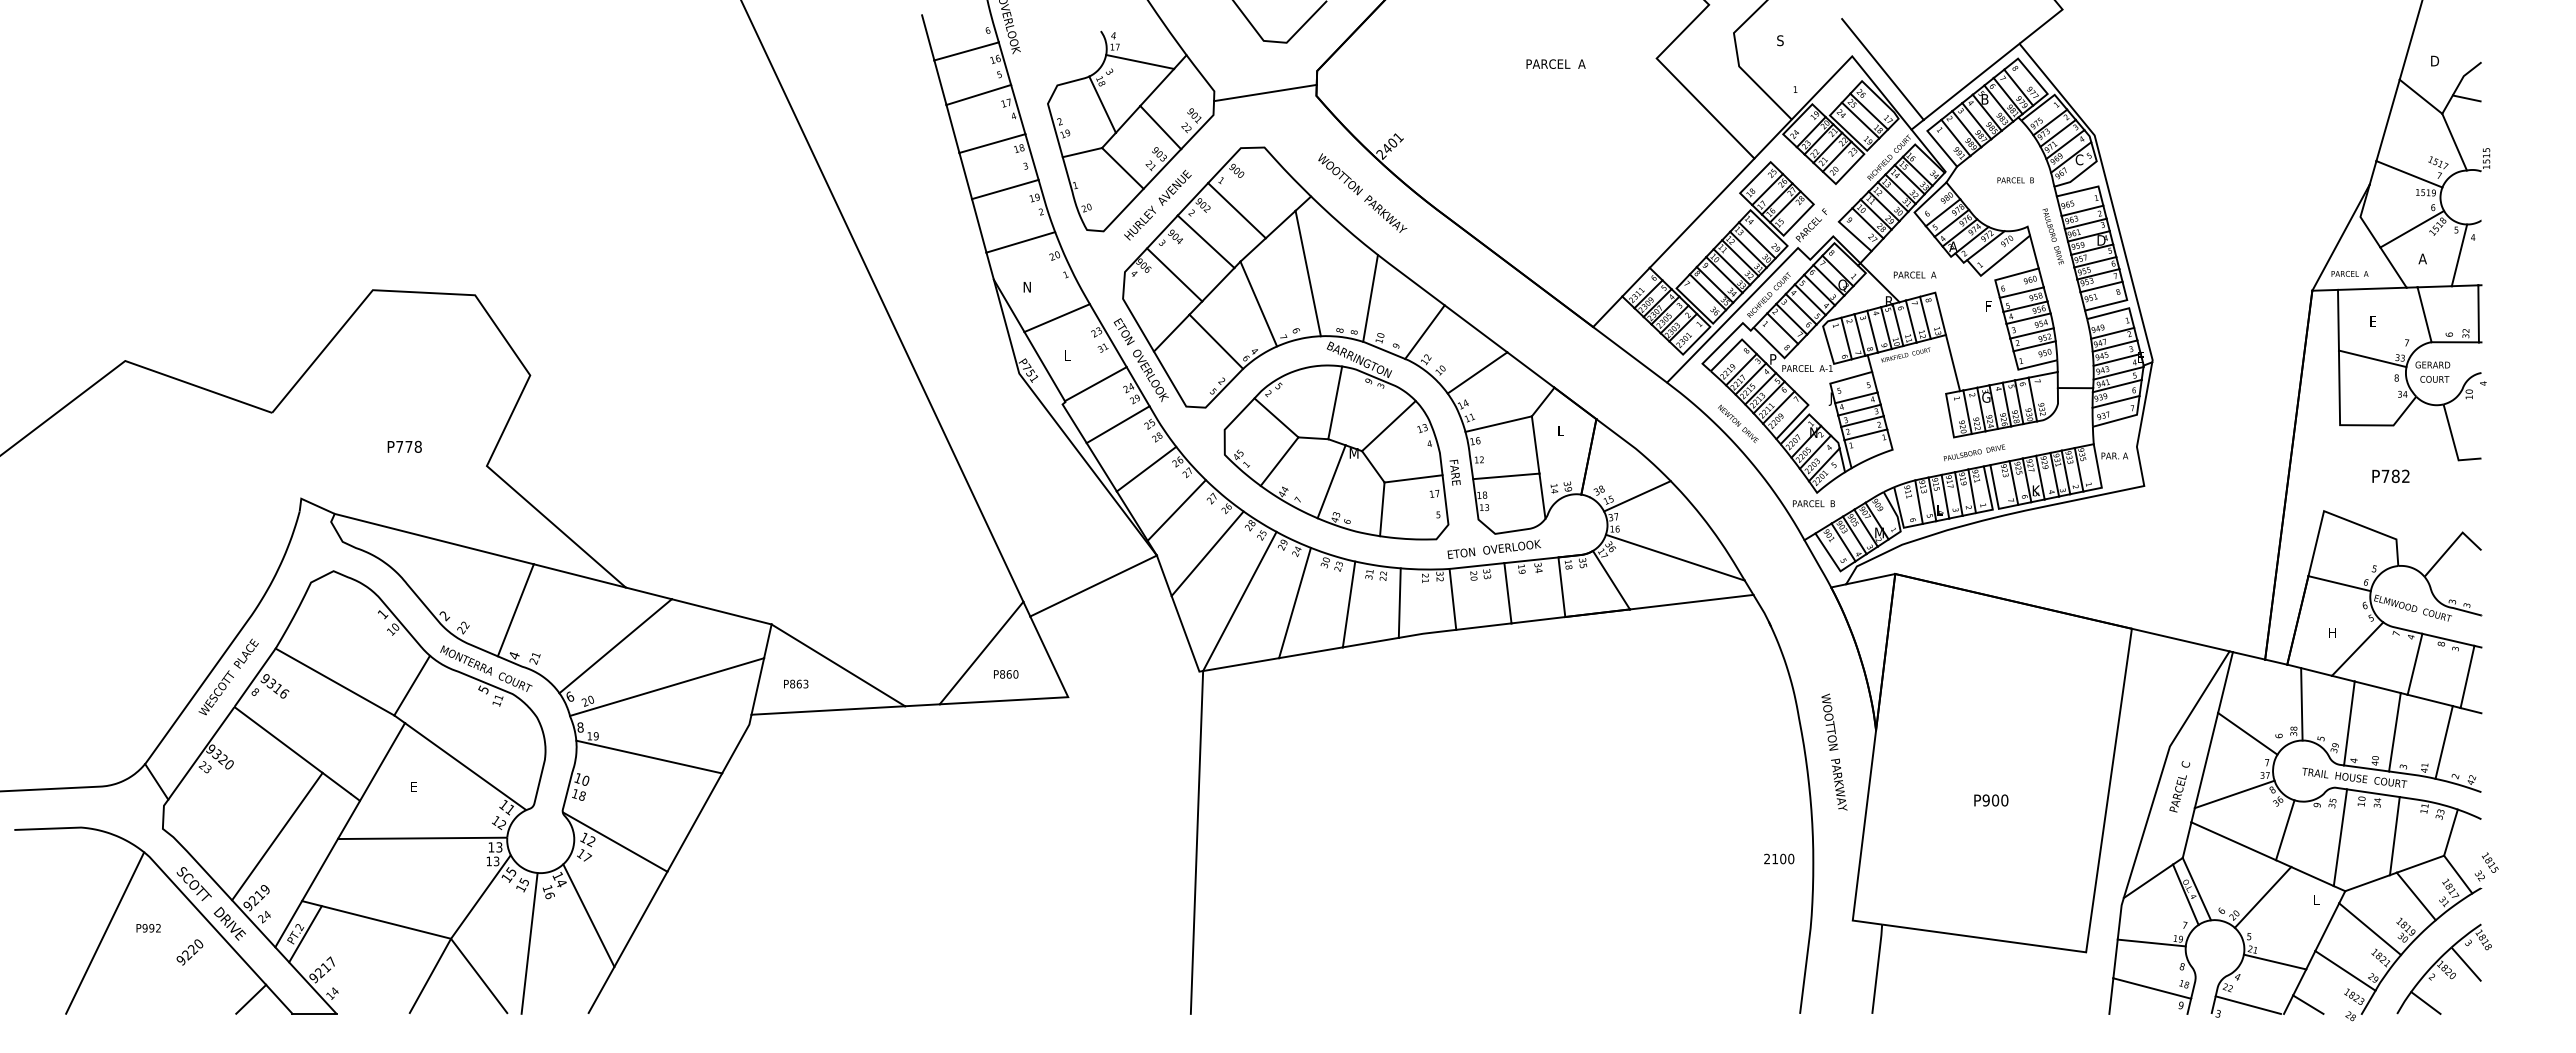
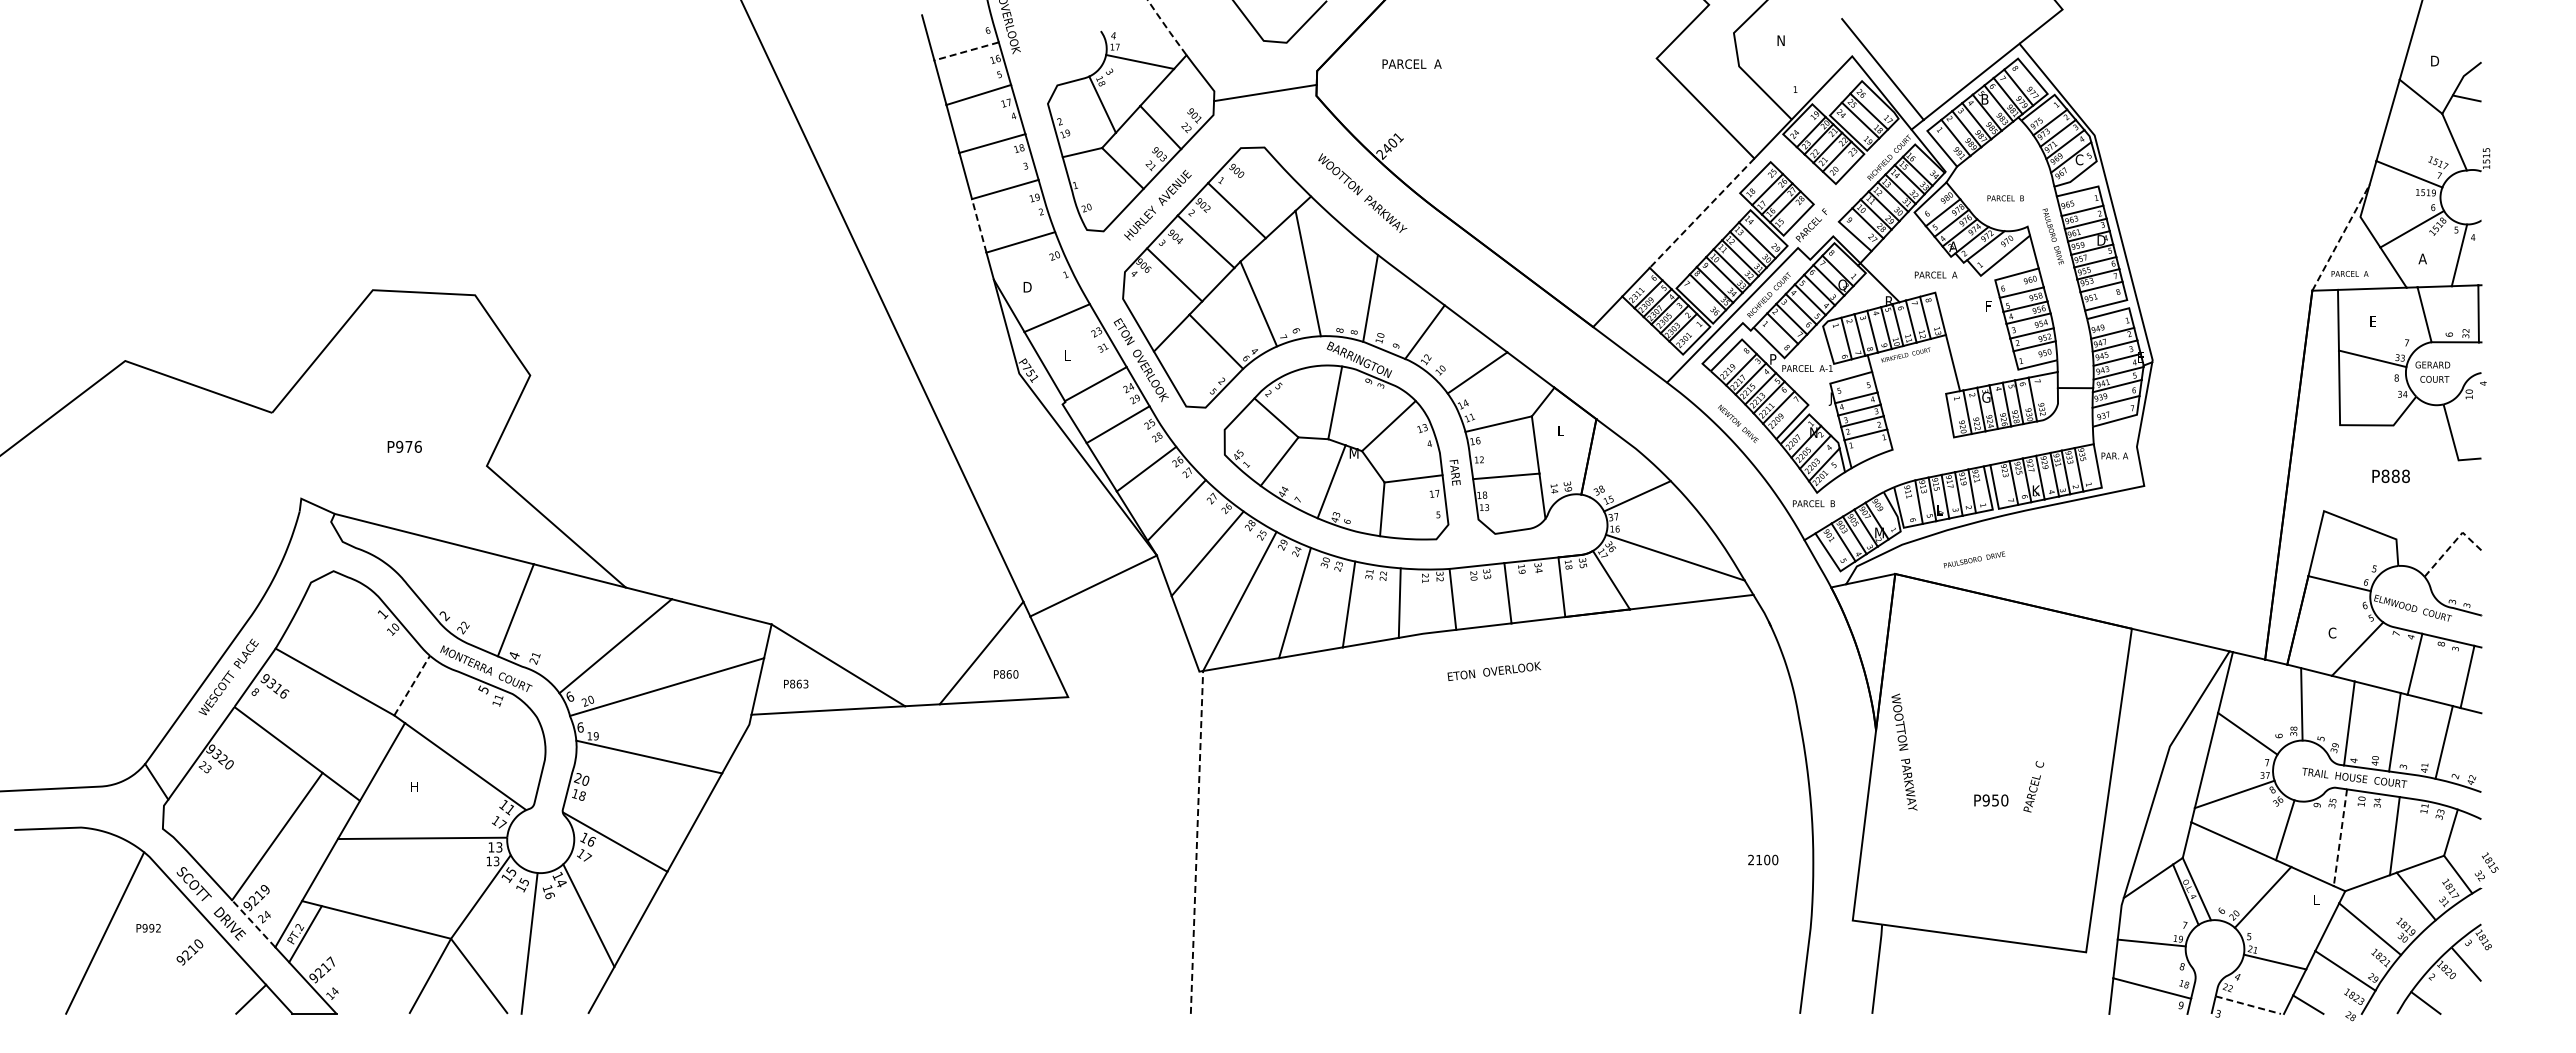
line at (1167, 28): solid -> dashed
text at (1780, 40): S -> N
line at (966, 51): solid -> dashed
text at (1555, 63) position: (1555, 63) -> (1411, 63)
text at (2015, 180) position: (2015, 180) -> (2005, 198)
line at (1702, 213): solid -> dashed
line at (979, 225): solid -> dashed
line at (2341, 237): solid -> dashed
text at (1914, 274) position: (1914, 274) -> (1935, 274)
text at (1028, 286): N -> D
text at (408, 446): P778 -> P976
text at (1974, 452) position: (1974, 452) -> (1974, 559)
text at (2395, 476): P782 -> P888
line at (2453, 543): solid -> dashed
text at (1494, 548) position: (1494, 548) -> (1494, 670)
text at (2332, 632): H -> C
line at (412, 685): solid -> dashed
text at (580, 727): 8 -> 6
text at (1834, 751) position: (1834, 751) -> (1904, 751)
text at (577, 778): 10 -> 20
text at (414, 786): E -> H
text at (2179, 786) position: (2179, 786) -> (2033, 786)
text at (1995, 800): P900 -> P950
text at (501, 824): 12 -> 17
line at (2340, 837): solid -> dashed
text at (590, 841): 12 -> 16
line at (1196, 842): solid -> dashed
text at (1779, 858) position: (1779, 858) -> (1763, 859)
line at (253, 923): solid -> dashed
text at (191, 949): 9220 -> 9210
line at (2248, 1005): solid -> dashed
